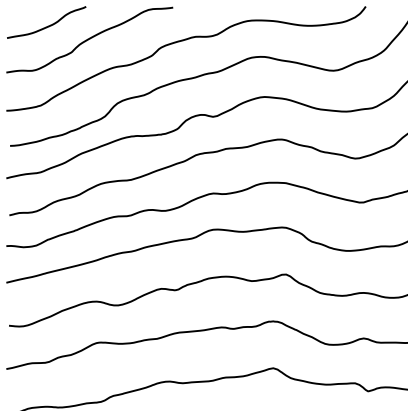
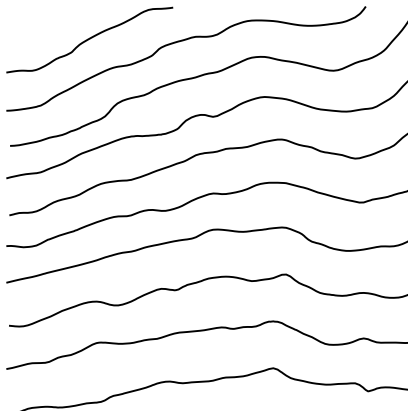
curve at (48, 25): present -> none
